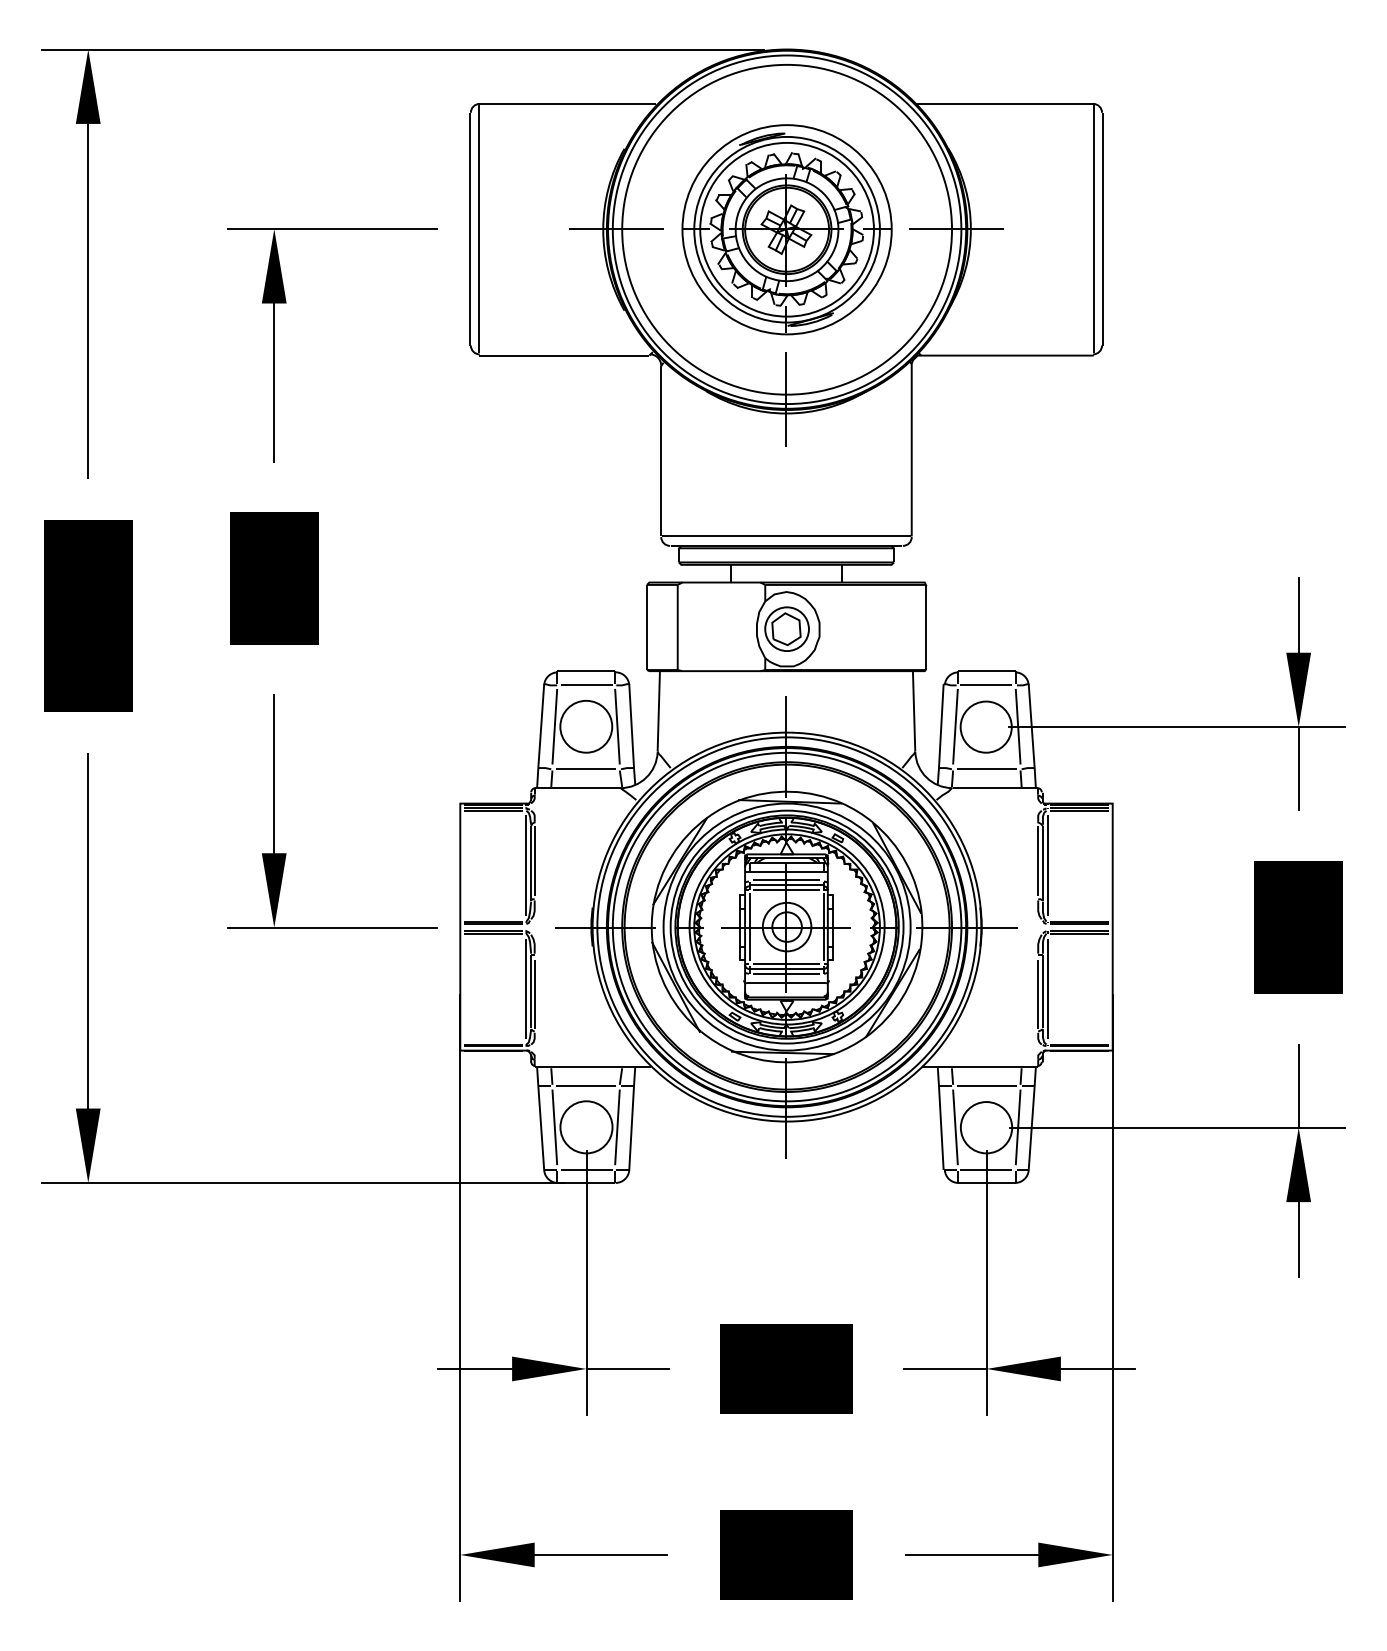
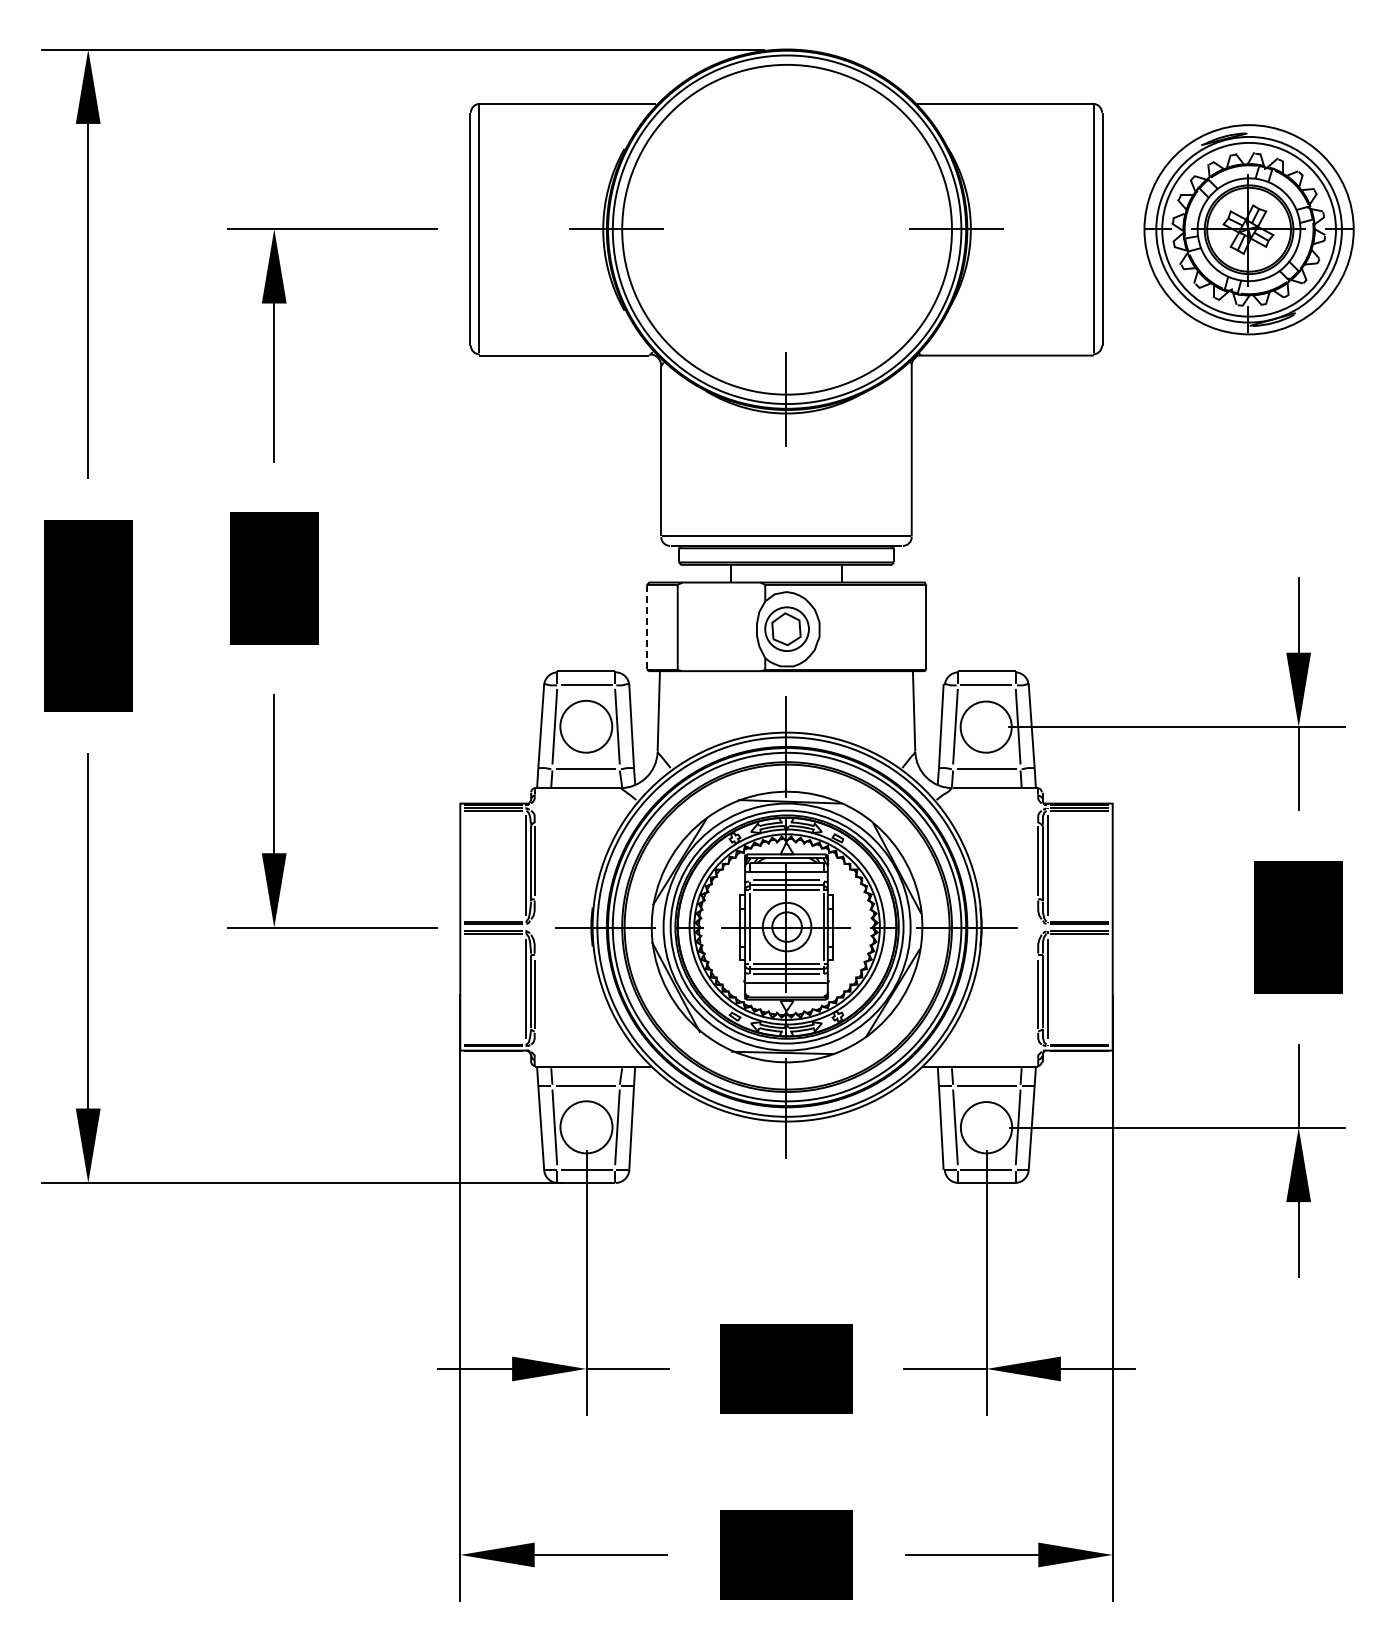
part at (786, 229) position: (786, 229) -> (1248, 229)
line at (647, 627): solid -> dashed
